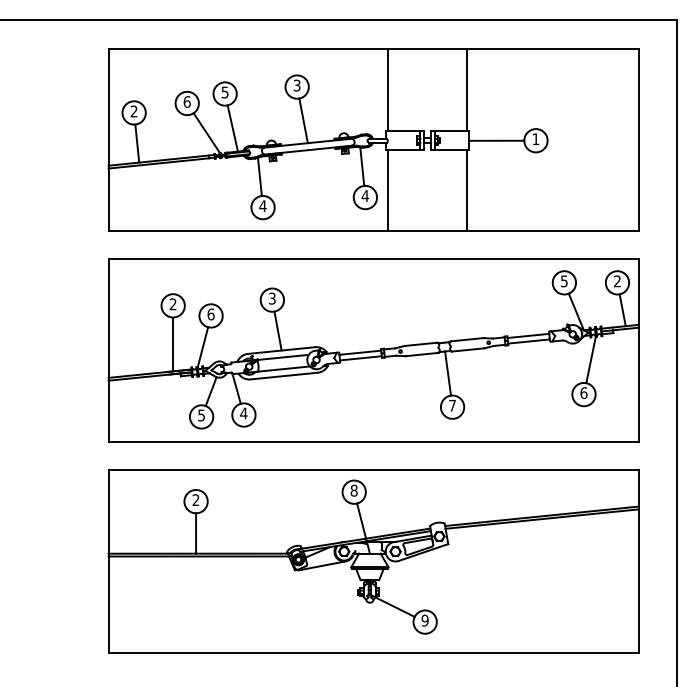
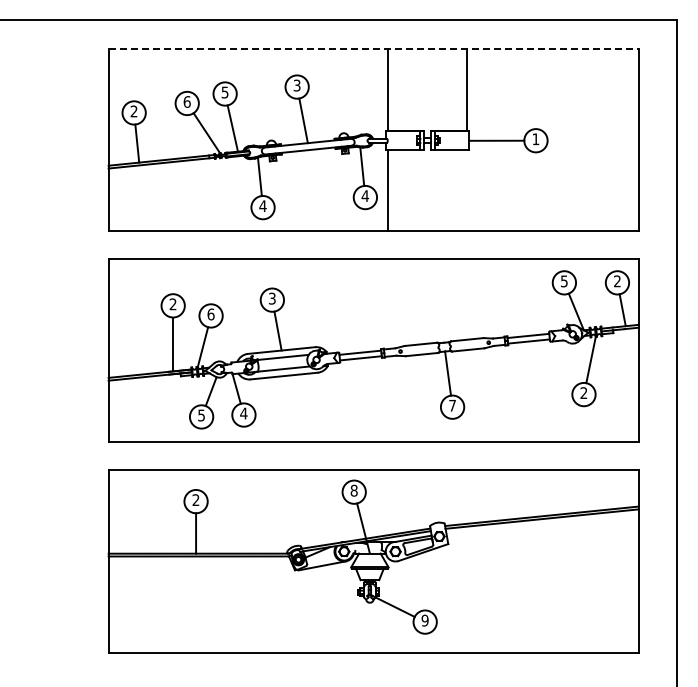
line at (374, 48): solid -> dashed
line at (466, 190): present -> none
text at (583, 393): 6 -> 2
